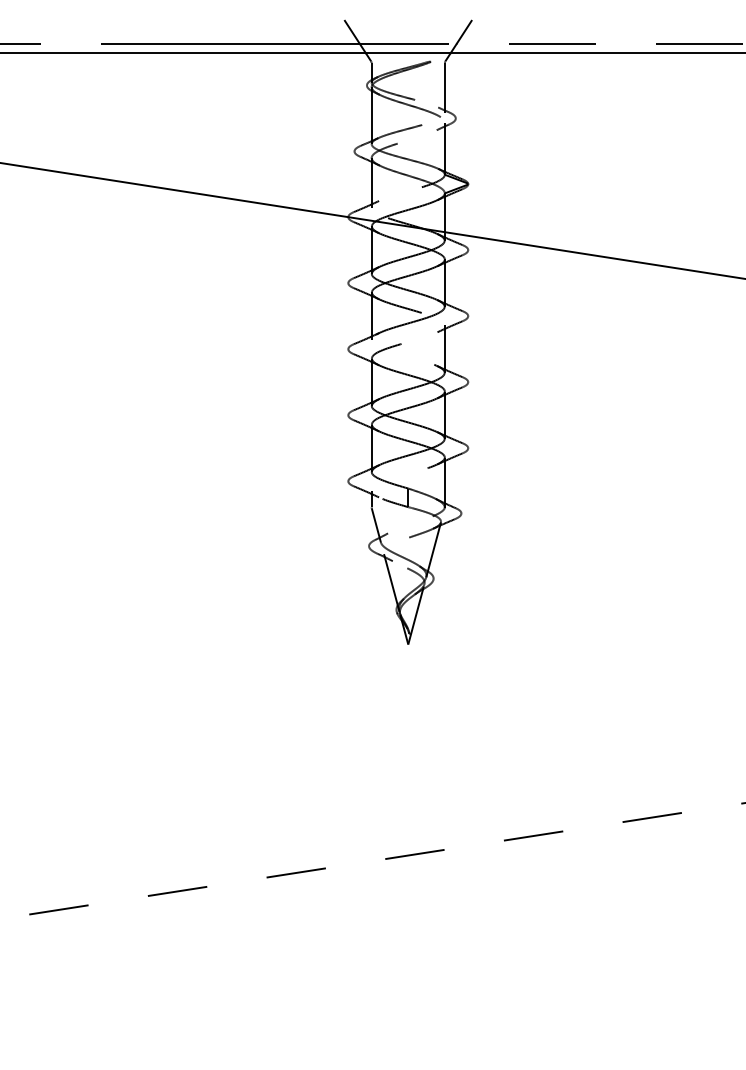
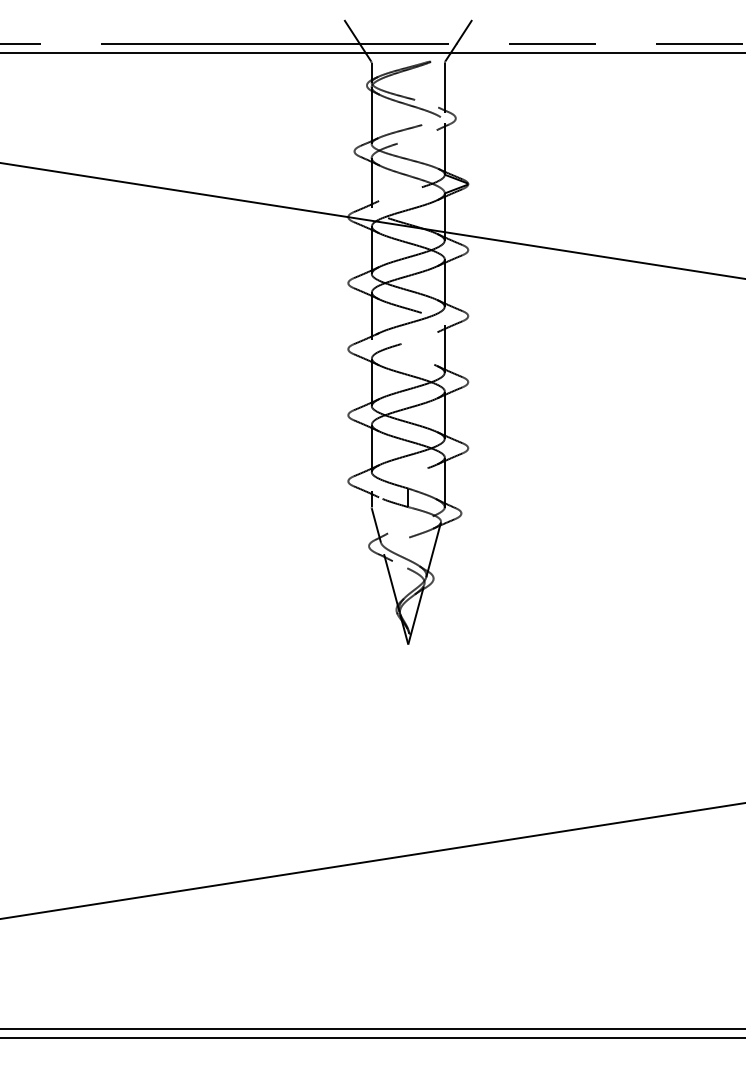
line at (373, 860): dashed -> solid
line at (372, 1028): none -> present
line at (372, 1037): none -> present
